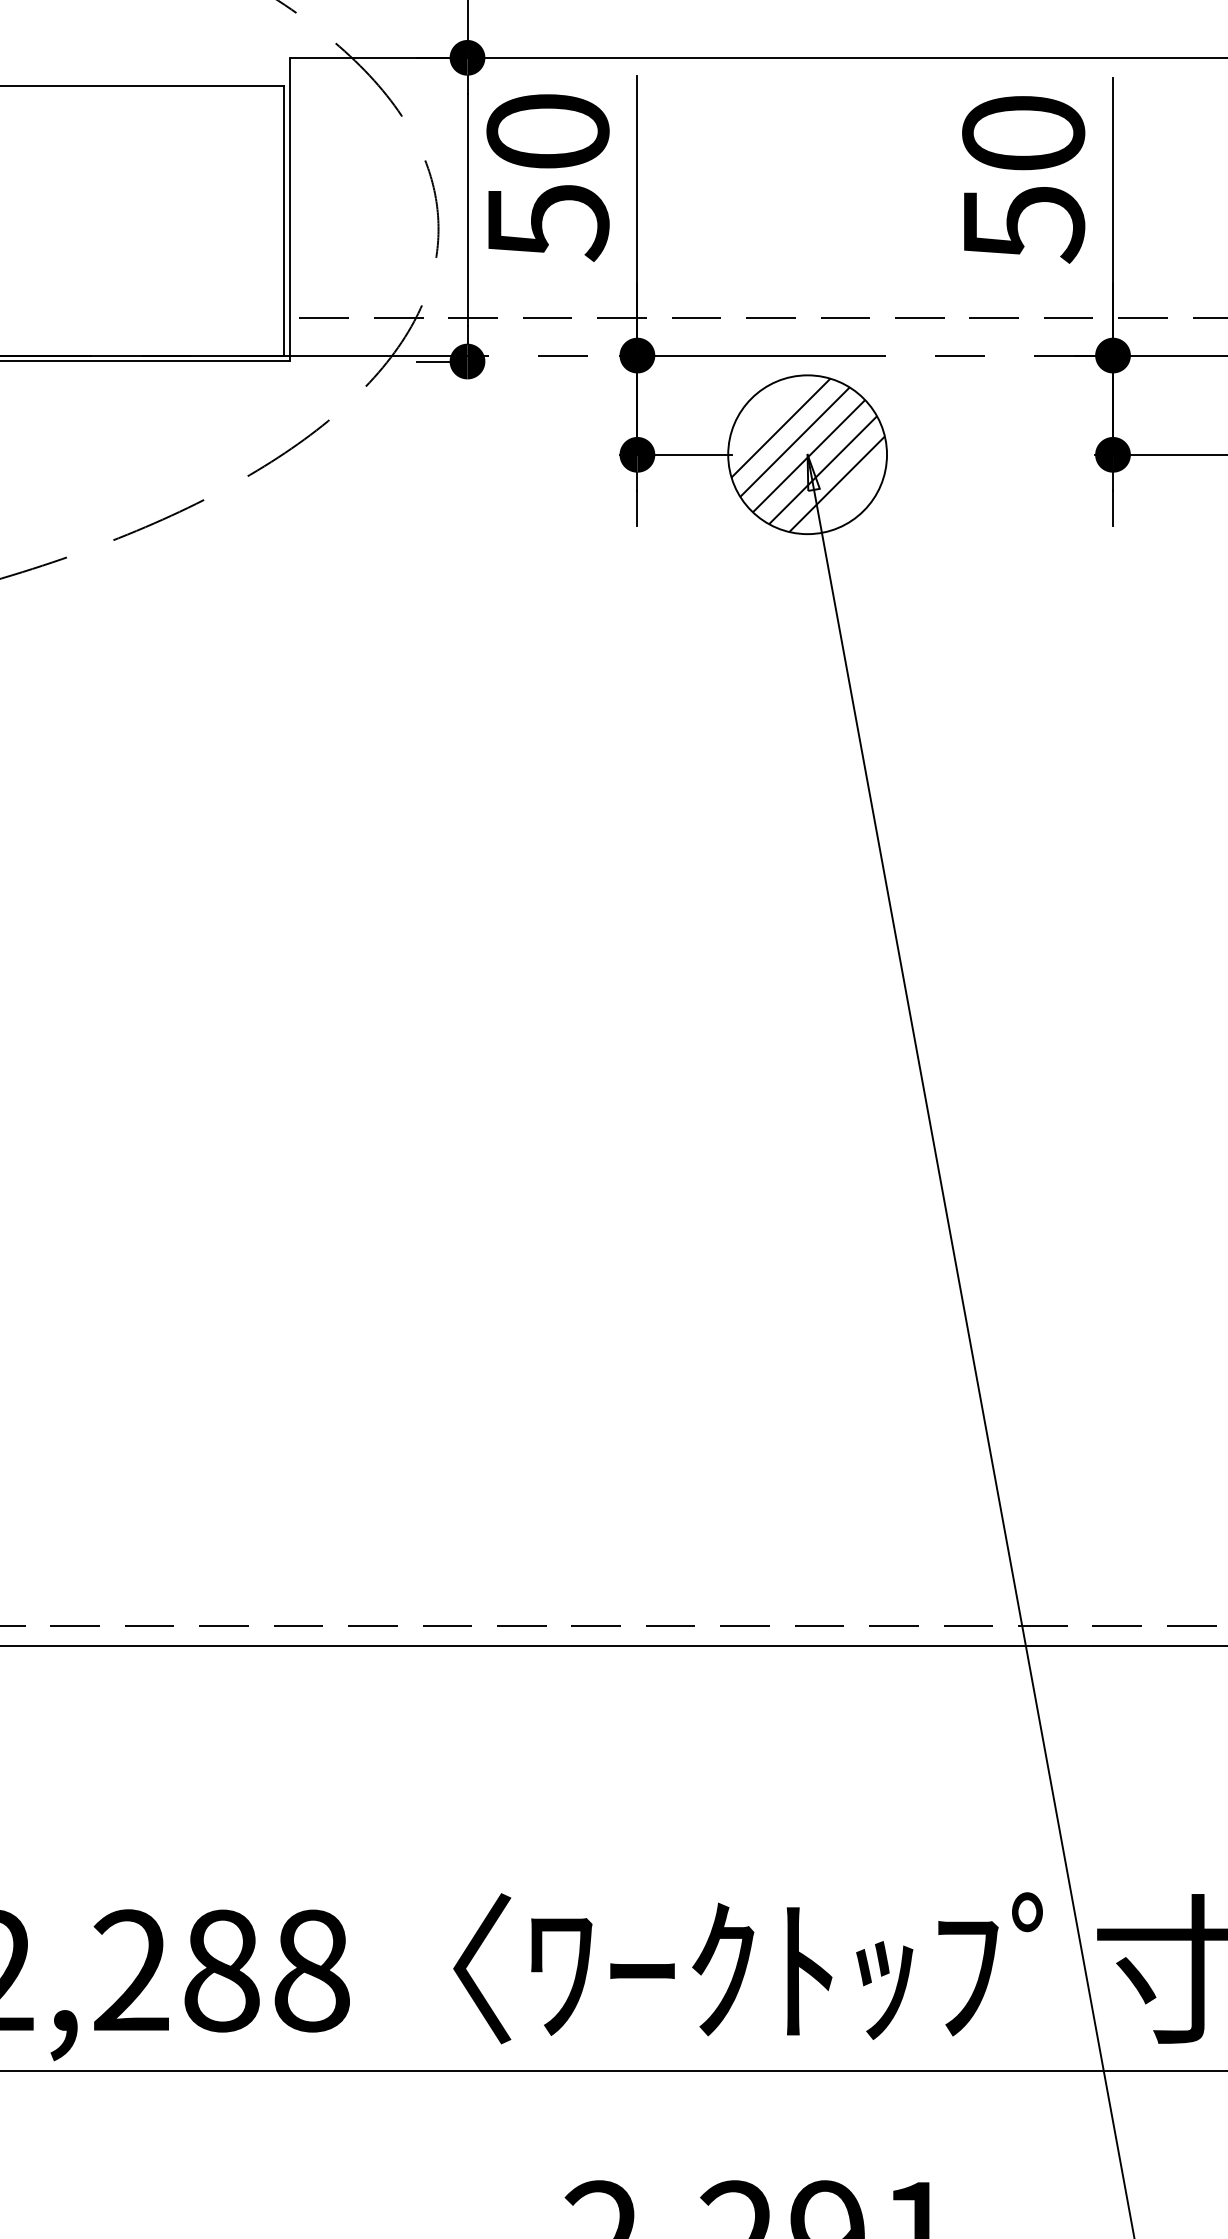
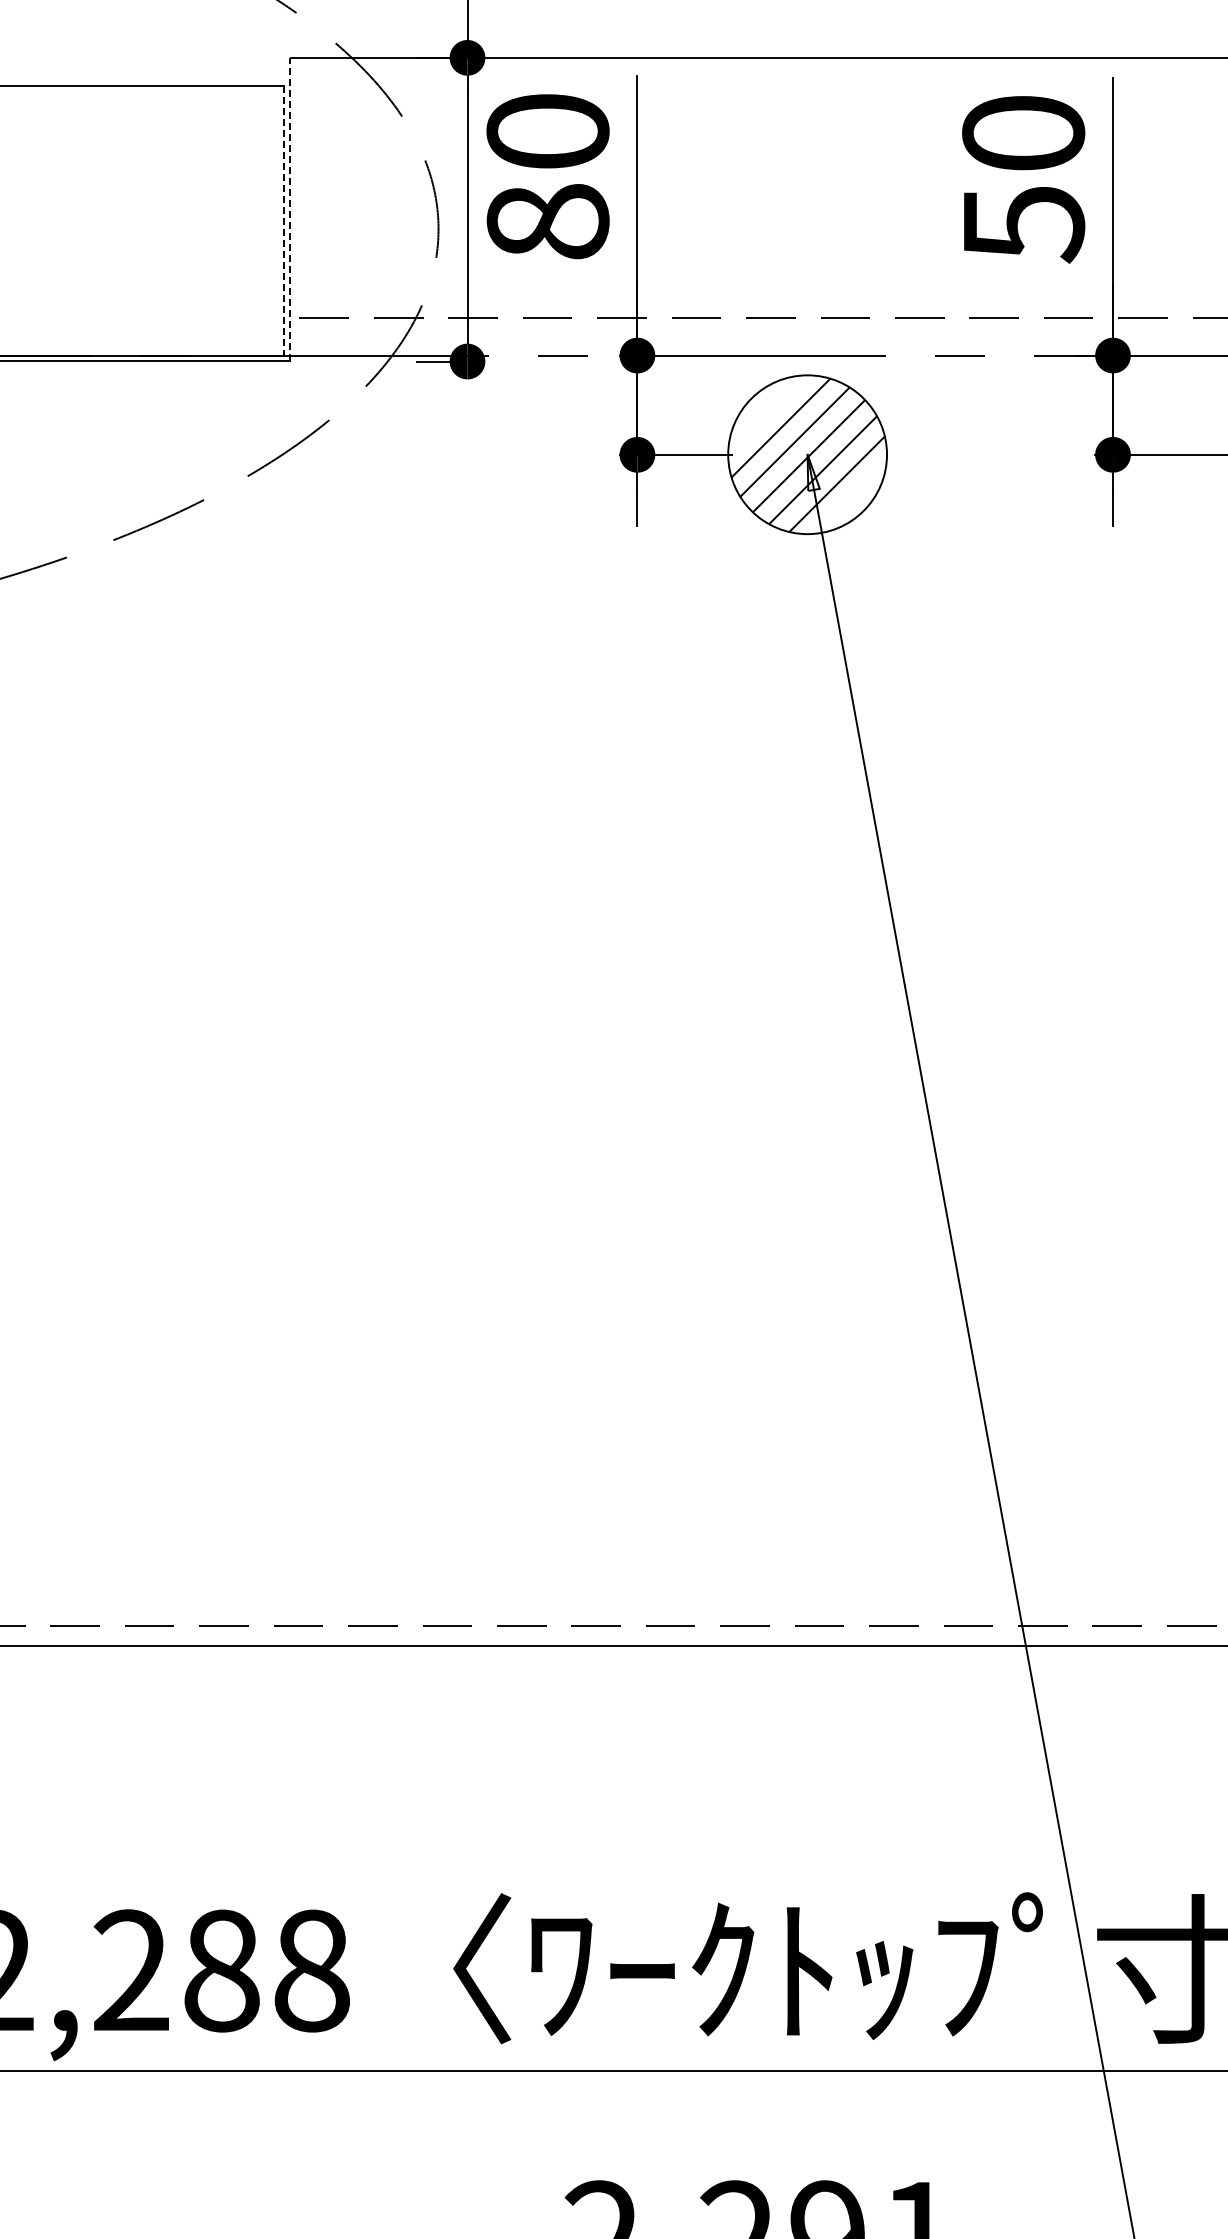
line at (289, 209): solid -> dashed
line at (283, 220): solid -> dashed
text at (547, 222): 50 -> 80
